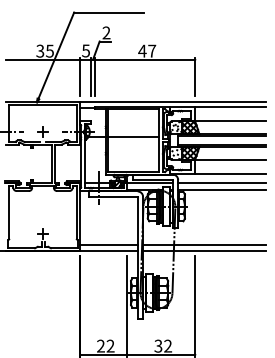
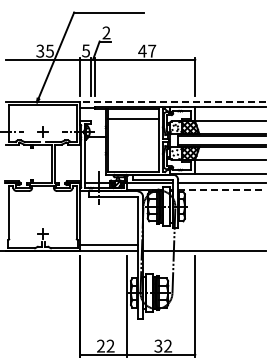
line at (172, 102): solid -> dashed
line at (133, 137) position: (133, 137) -> (133, 119)
line at (222, 189): solid -> dashed
line at (204, 244): present -> none
